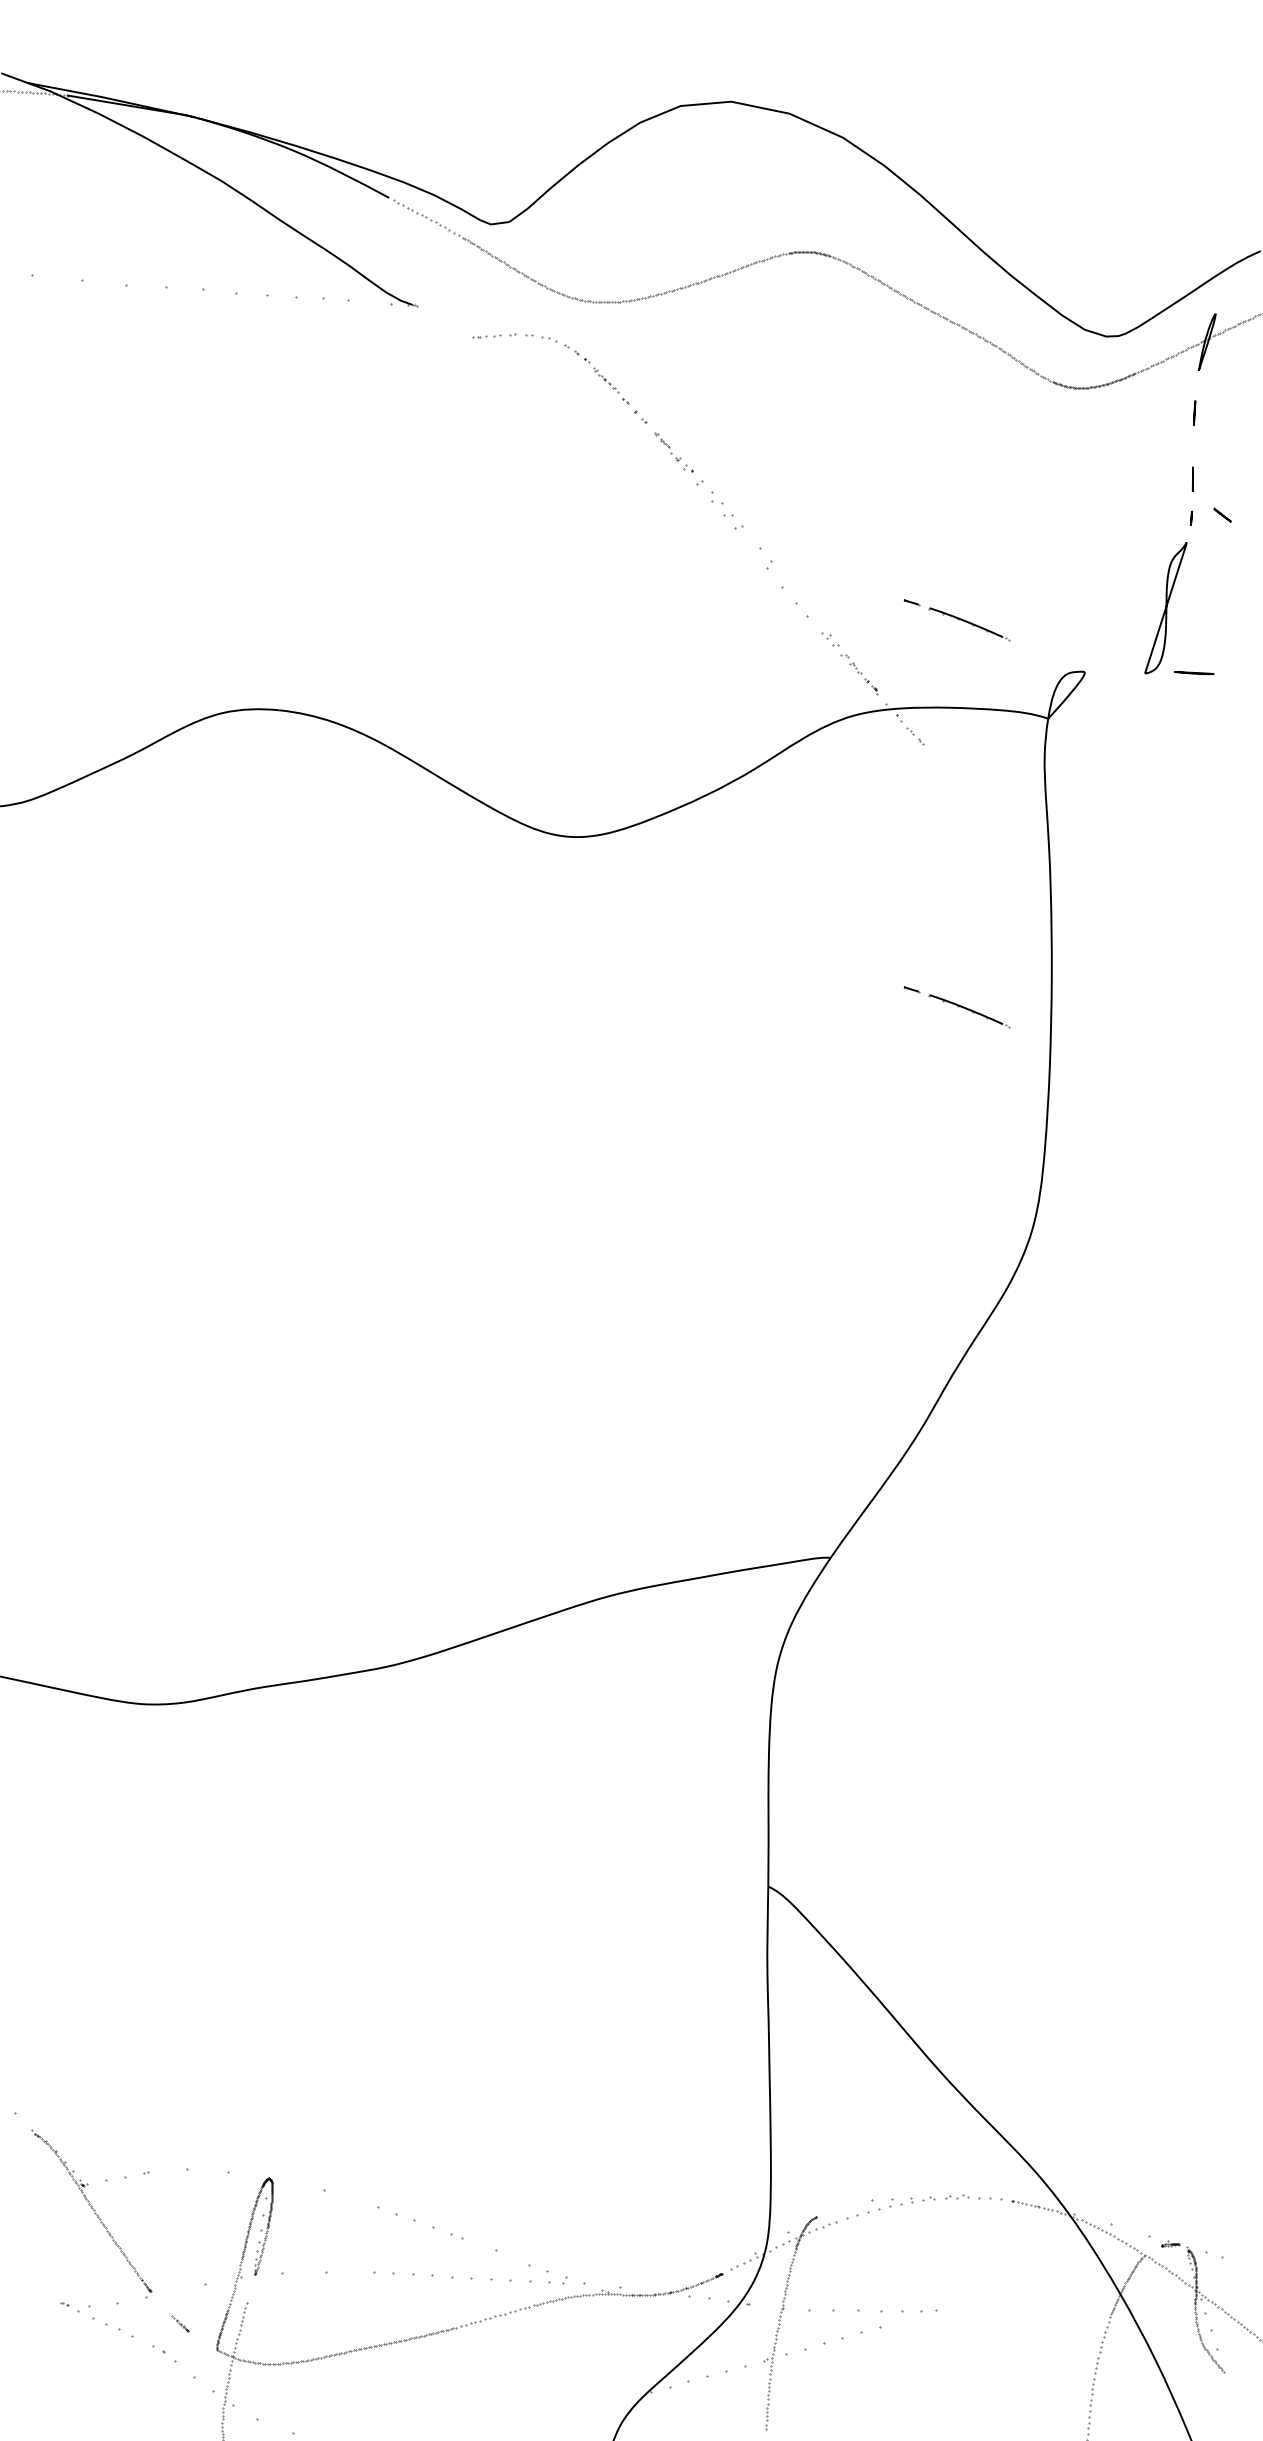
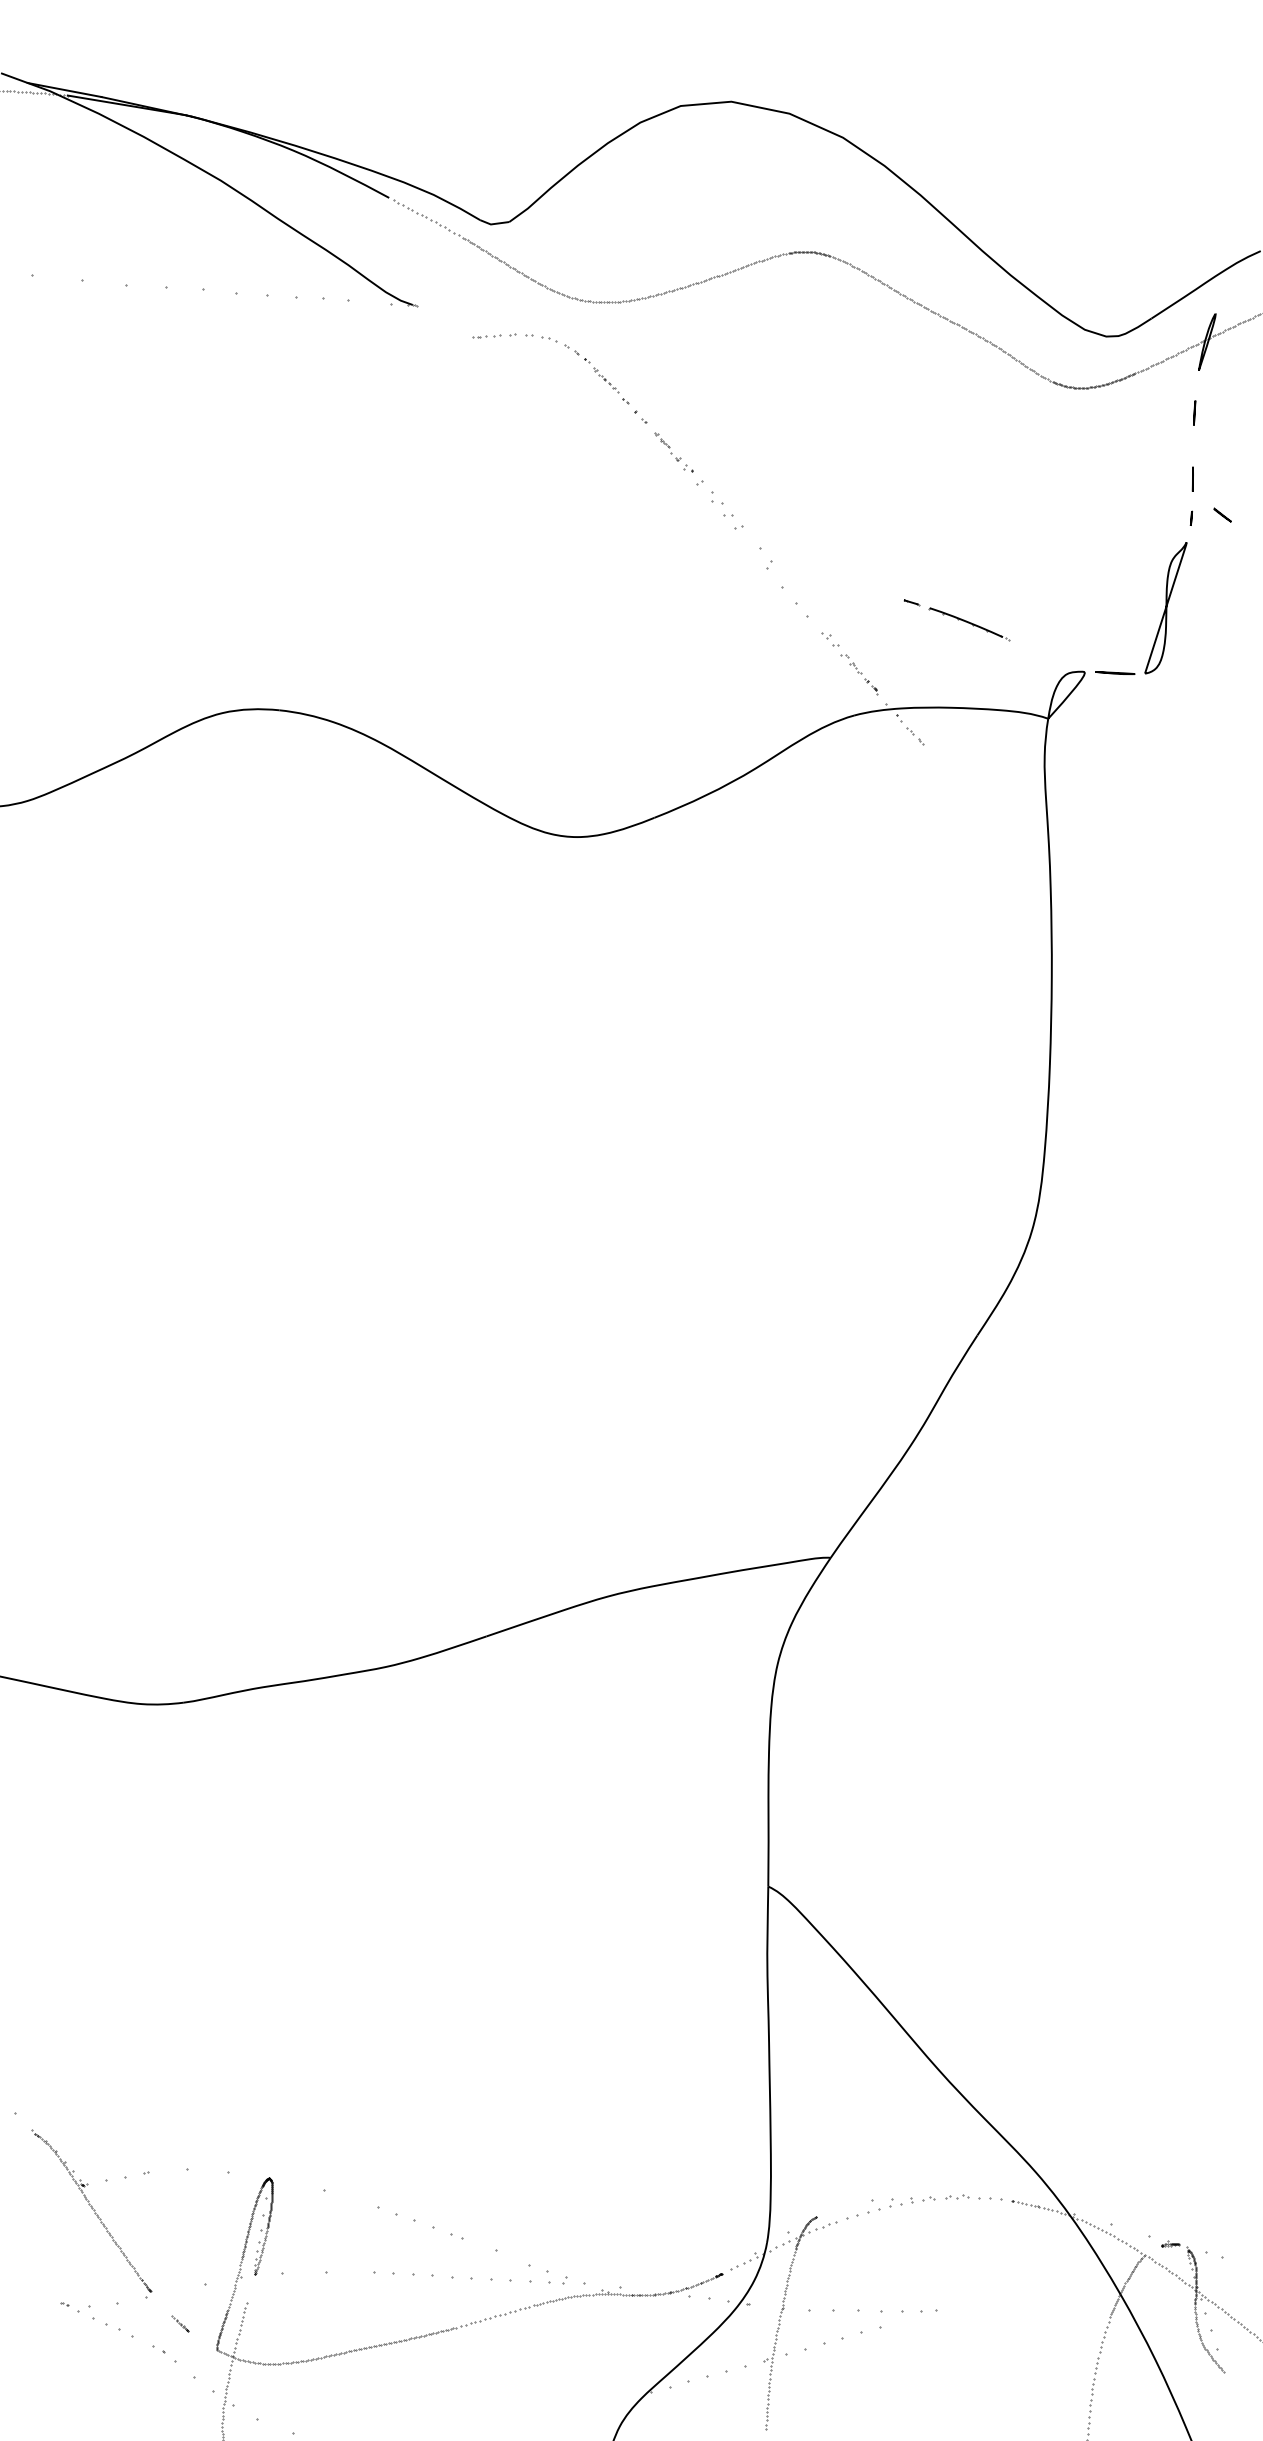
line at (1194, 672) position: (1194, 672) -> (1115, 672)
part at (956, 1007): present -> none
